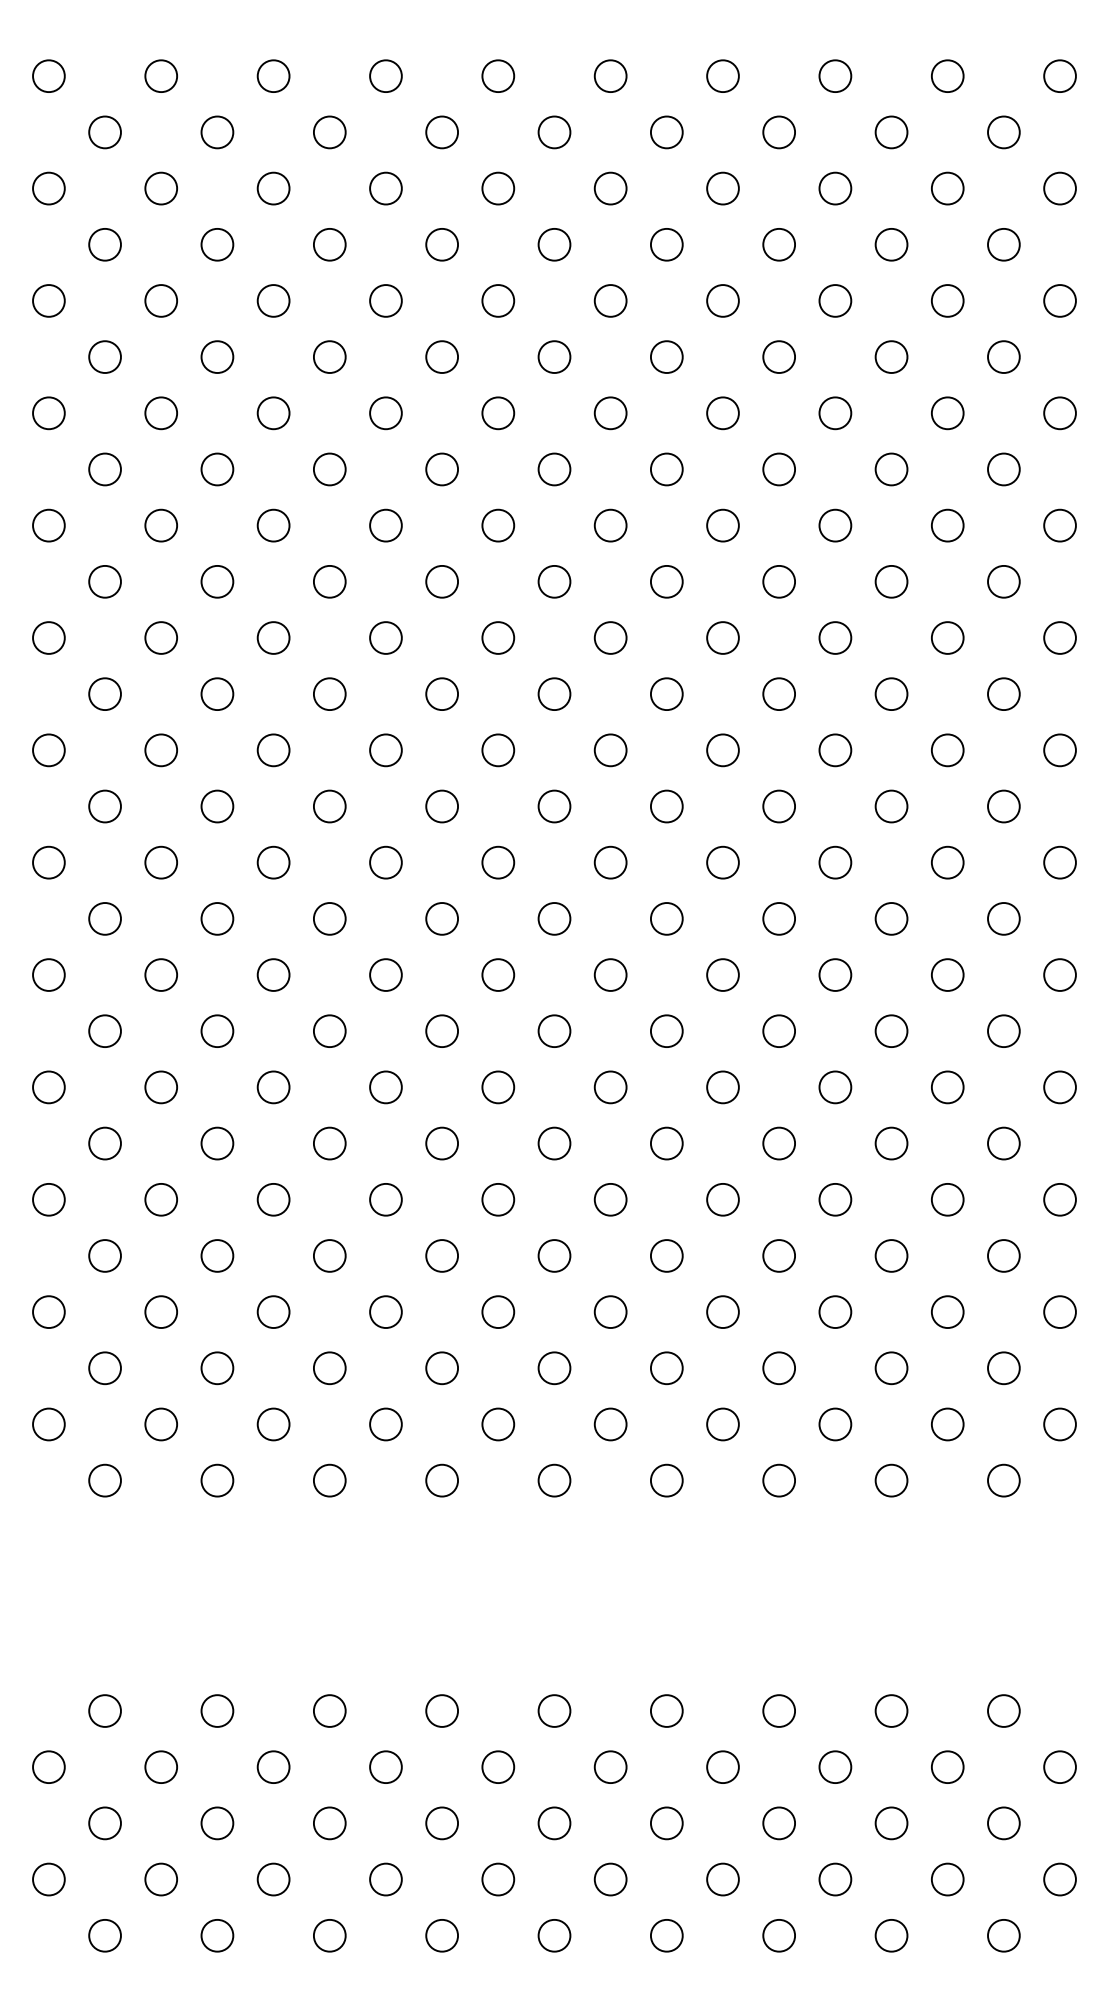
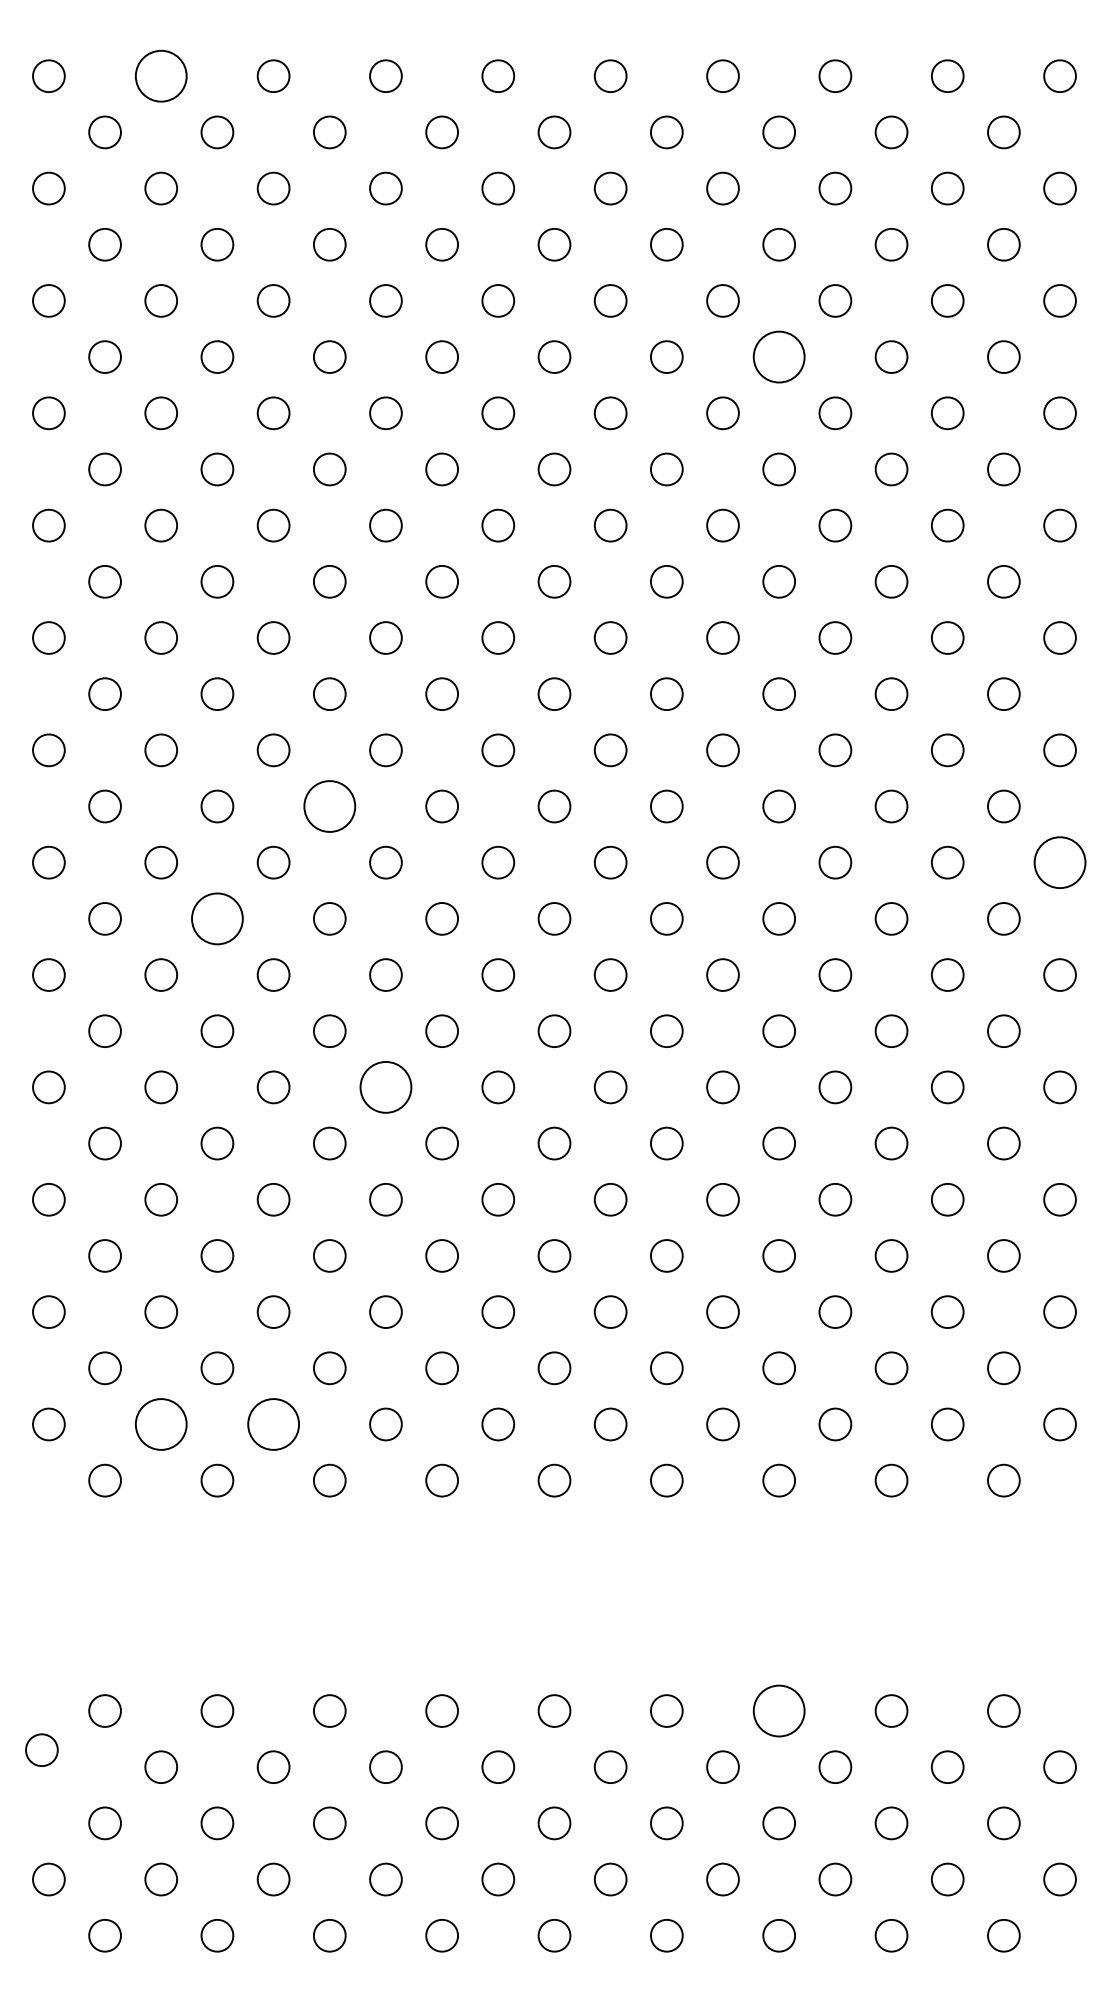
circle at (161, 76) diameter: 32 px -> 51 px
circle at (779, 356) diameter: 32 px -> 51 px
circle at (329, 806) diameter: 32 px -> 51 px
circle at (1059, 862) diameter: 32 px -> 51 px
circle at (217, 918) diameter: 32 px -> 51 px
circle at (385, 1087) diameter: 32 px -> 51 px
circle at (161, 1424) diameter: 32 px -> 51 px
circle at (273, 1424) diameter: 32 px -> 51 px
circle at (779, 1710) diameter: 32 px -> 51 px
circle at (48, 1766) position: (48, 1766) -> (41, 1749)
